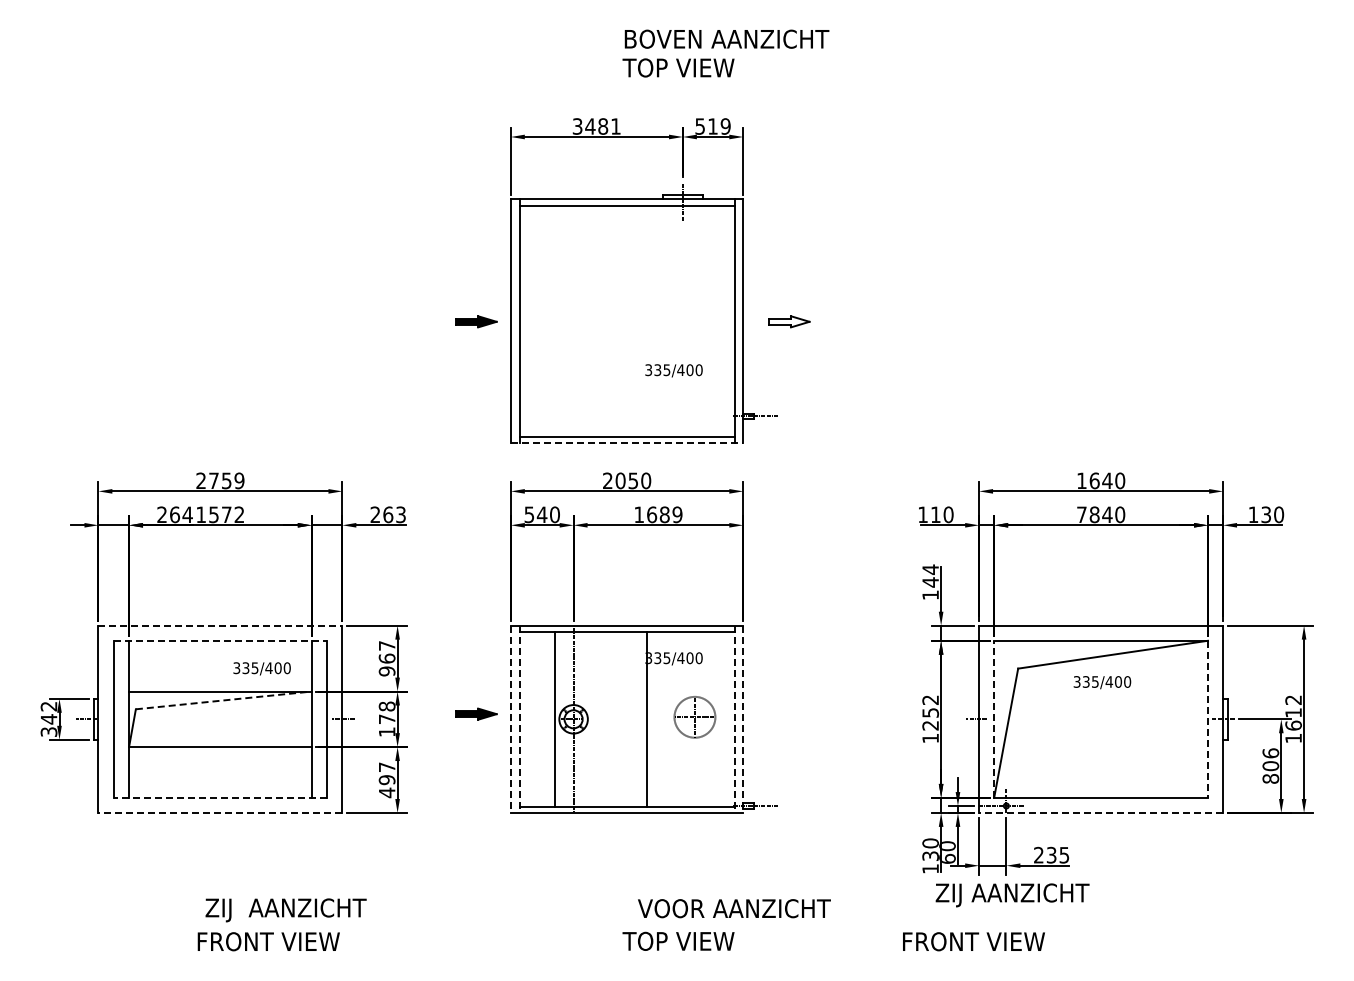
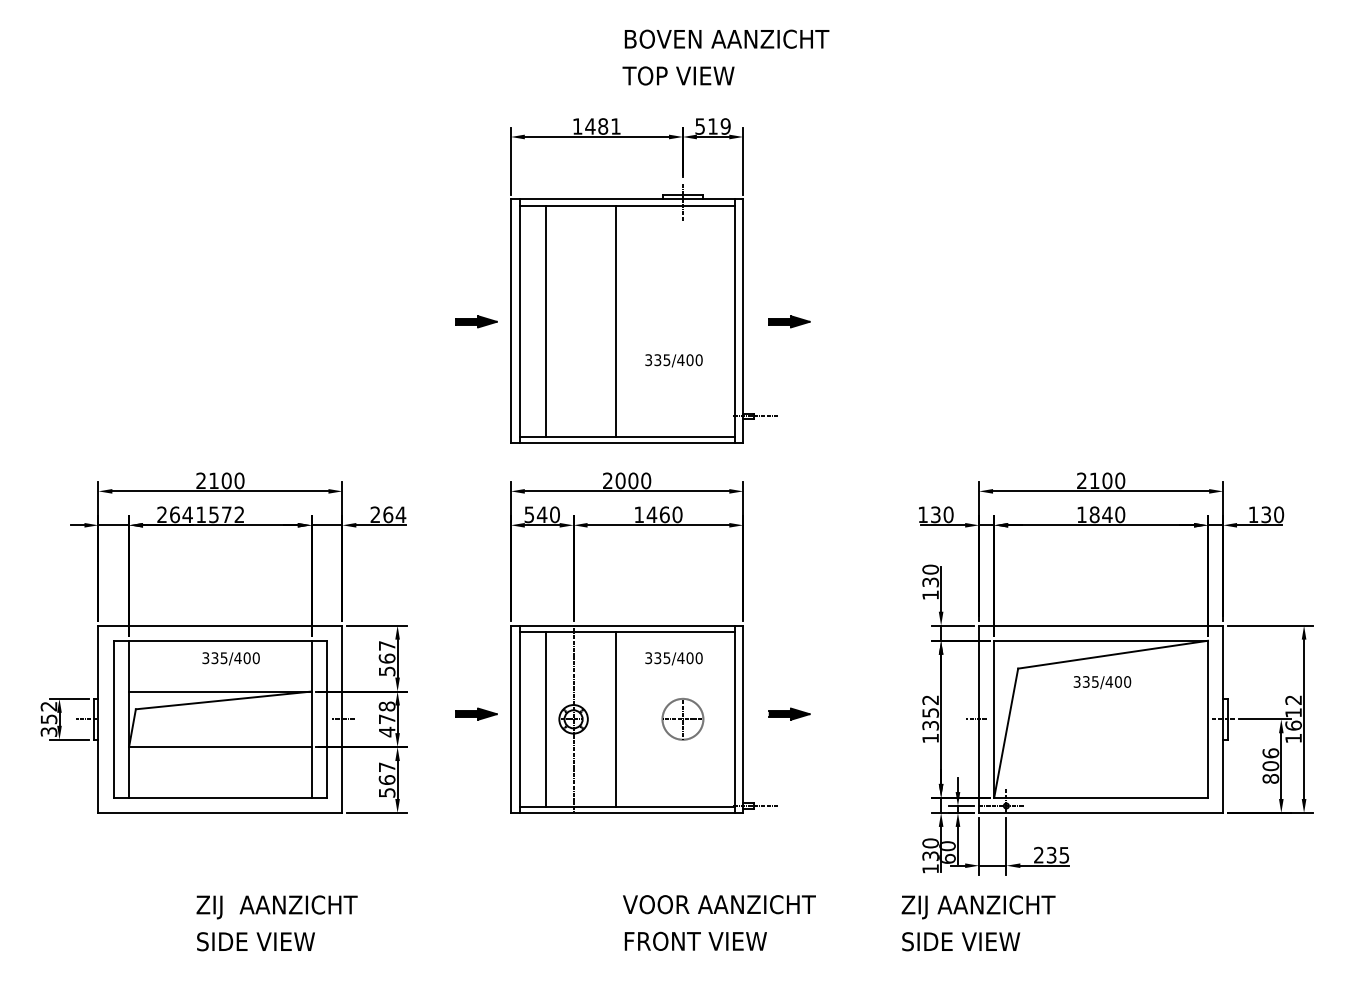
text at (678, 67) position: (678, 67) -> (678, 75)
text at (577, 126): 3481 -> 1481
line at (546, 321): none -> present
line at (616, 321): none -> present
fill at (788, 321): none -> present
text at (673, 370) position: (673, 370) -> (673, 360)
line at (627, 443): dashed -> solid
text at (226, 480): 2759 -> 2100
text at (633, 480): 2050 -> 2000
text at (1094, 480): 1640 -> 2100
text at (400, 514): 263 -> 264
text at (664, 514): 1689 -> 1460
text at (935, 514): 110 -> 130
text at (1081, 514): 7840 -> 1840
text at (930, 575): 144 -> 130
line at (220, 625): dashed -> solid
line at (220, 640): dashed -> solid
text at (261, 668) position: (261, 668) -> (230, 658)
text at (386, 671): 967 -> 567
line at (224, 700): dashed -> solid
part at (789, 713): none -> present
part at (694, 717) position: (694, 717) -> (682, 719)
text at (49, 719): 342 -> 352
line at (510, 719): dashed -> solid
line at (519, 719): dashed -> solid
line at (555, 719) position: (555, 719) -> (546, 719)
line at (647, 719) position: (647, 719) -> (616, 719)
line at (734, 719): dashed -> solid
line at (743, 719): dashed -> solid
line at (994, 719): dashed -> solid
line at (1207, 719): dashed -> solid
text at (930, 725): 1252 -> 1352
text at (387, 731): 178 -> 478
text at (386, 786): 497 -> 567
line at (220, 797): dashed -> solid
line at (220, 812): dashed -> solid
line at (1101, 812): dashed -> solid
text at (1012, 895) position: (1012, 895) -> (978, 907)
text at (734, 908) position: (734, 908) -> (719, 904)
text at (285, 910) position: (285, 910) -> (276, 907)
text at (694, 940): TOP VIEW -> FRONT VIEW
text at (268, 941): FRONT VIEW -> SIDE VIEW
text at (973, 941): FRONT VIEW -> SIDE VIEW
